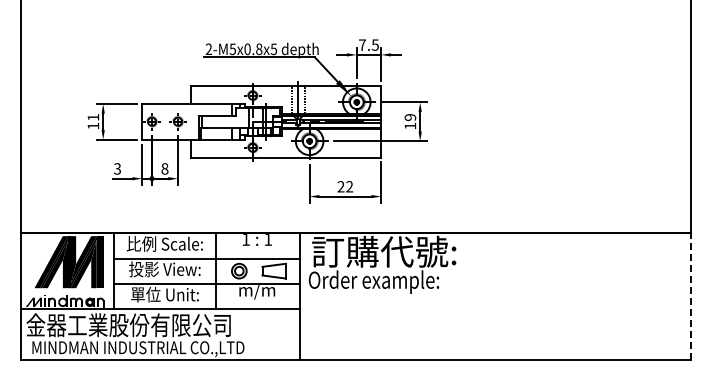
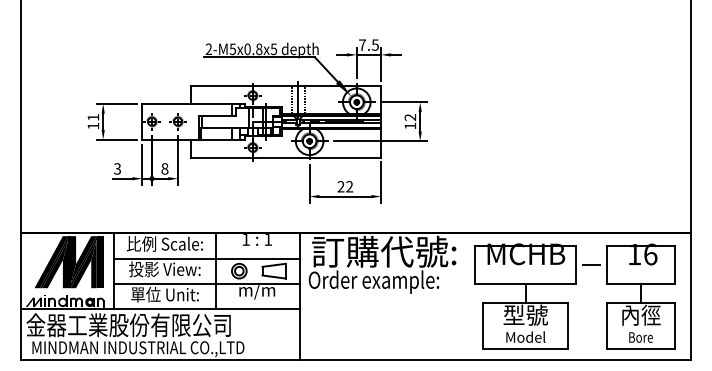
text at (410, 117): 19 -> 12
line at (690, 296): dashed -> solid
part at (568, 302): none -> present
